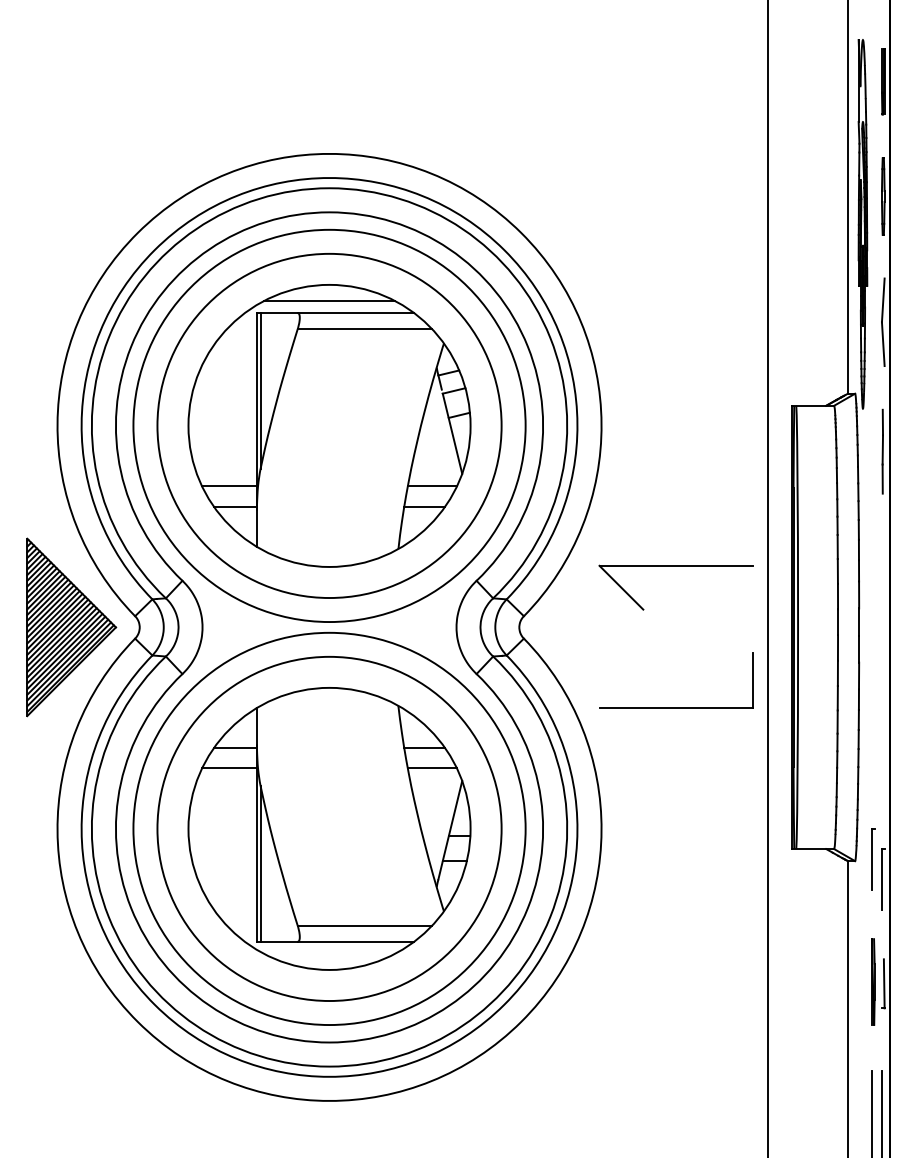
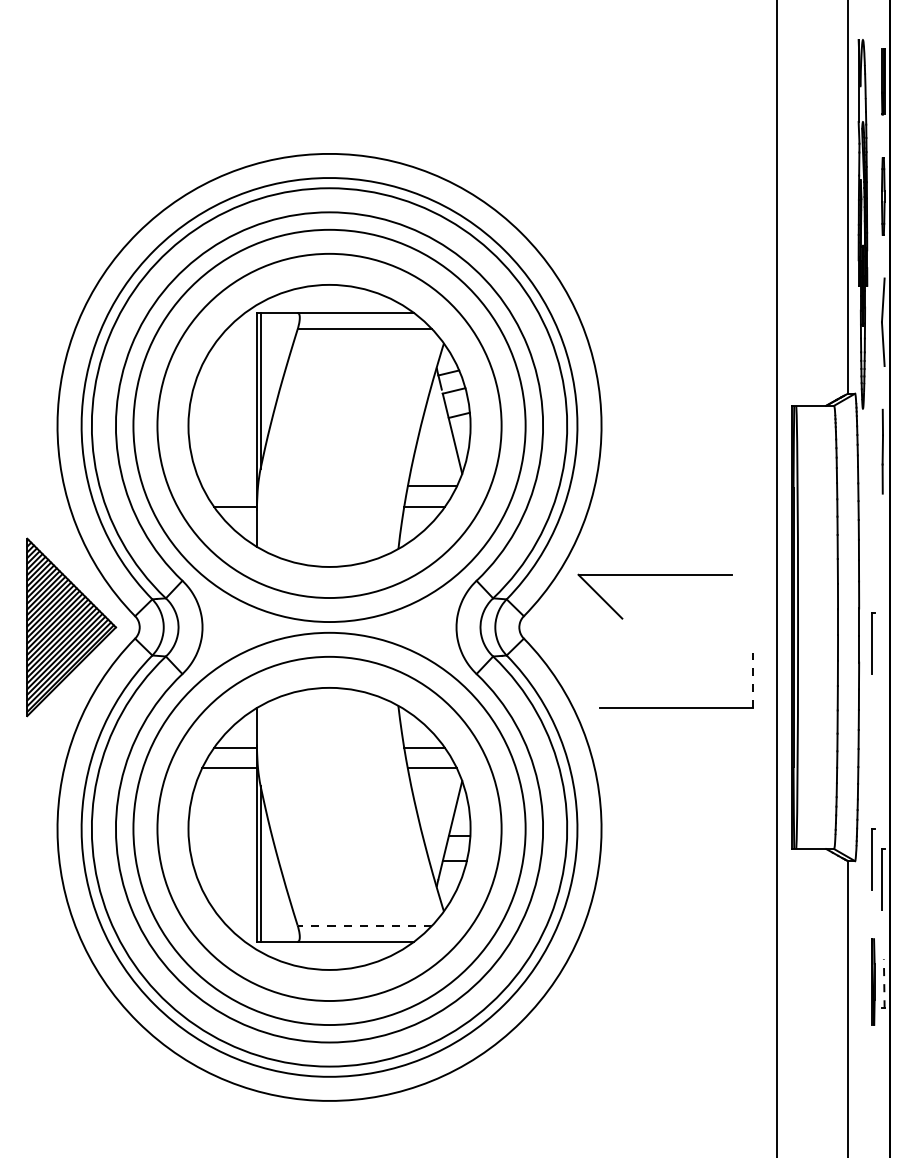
line at (329, 301): present -> none
line at (229, 486): present -> none
part at (675, 566) position: (675, 566) -> (654, 575)
line at (767, 578) position: (767, 578) -> (776, 578)
part at (873, 643): none -> present
line at (752, 680): solid -> dashed
line at (364, 925): solid -> dashed
line at (884, 983): solid -> dashed
line at (871, 1112): present -> none
line at (881, 1112): present -> none
